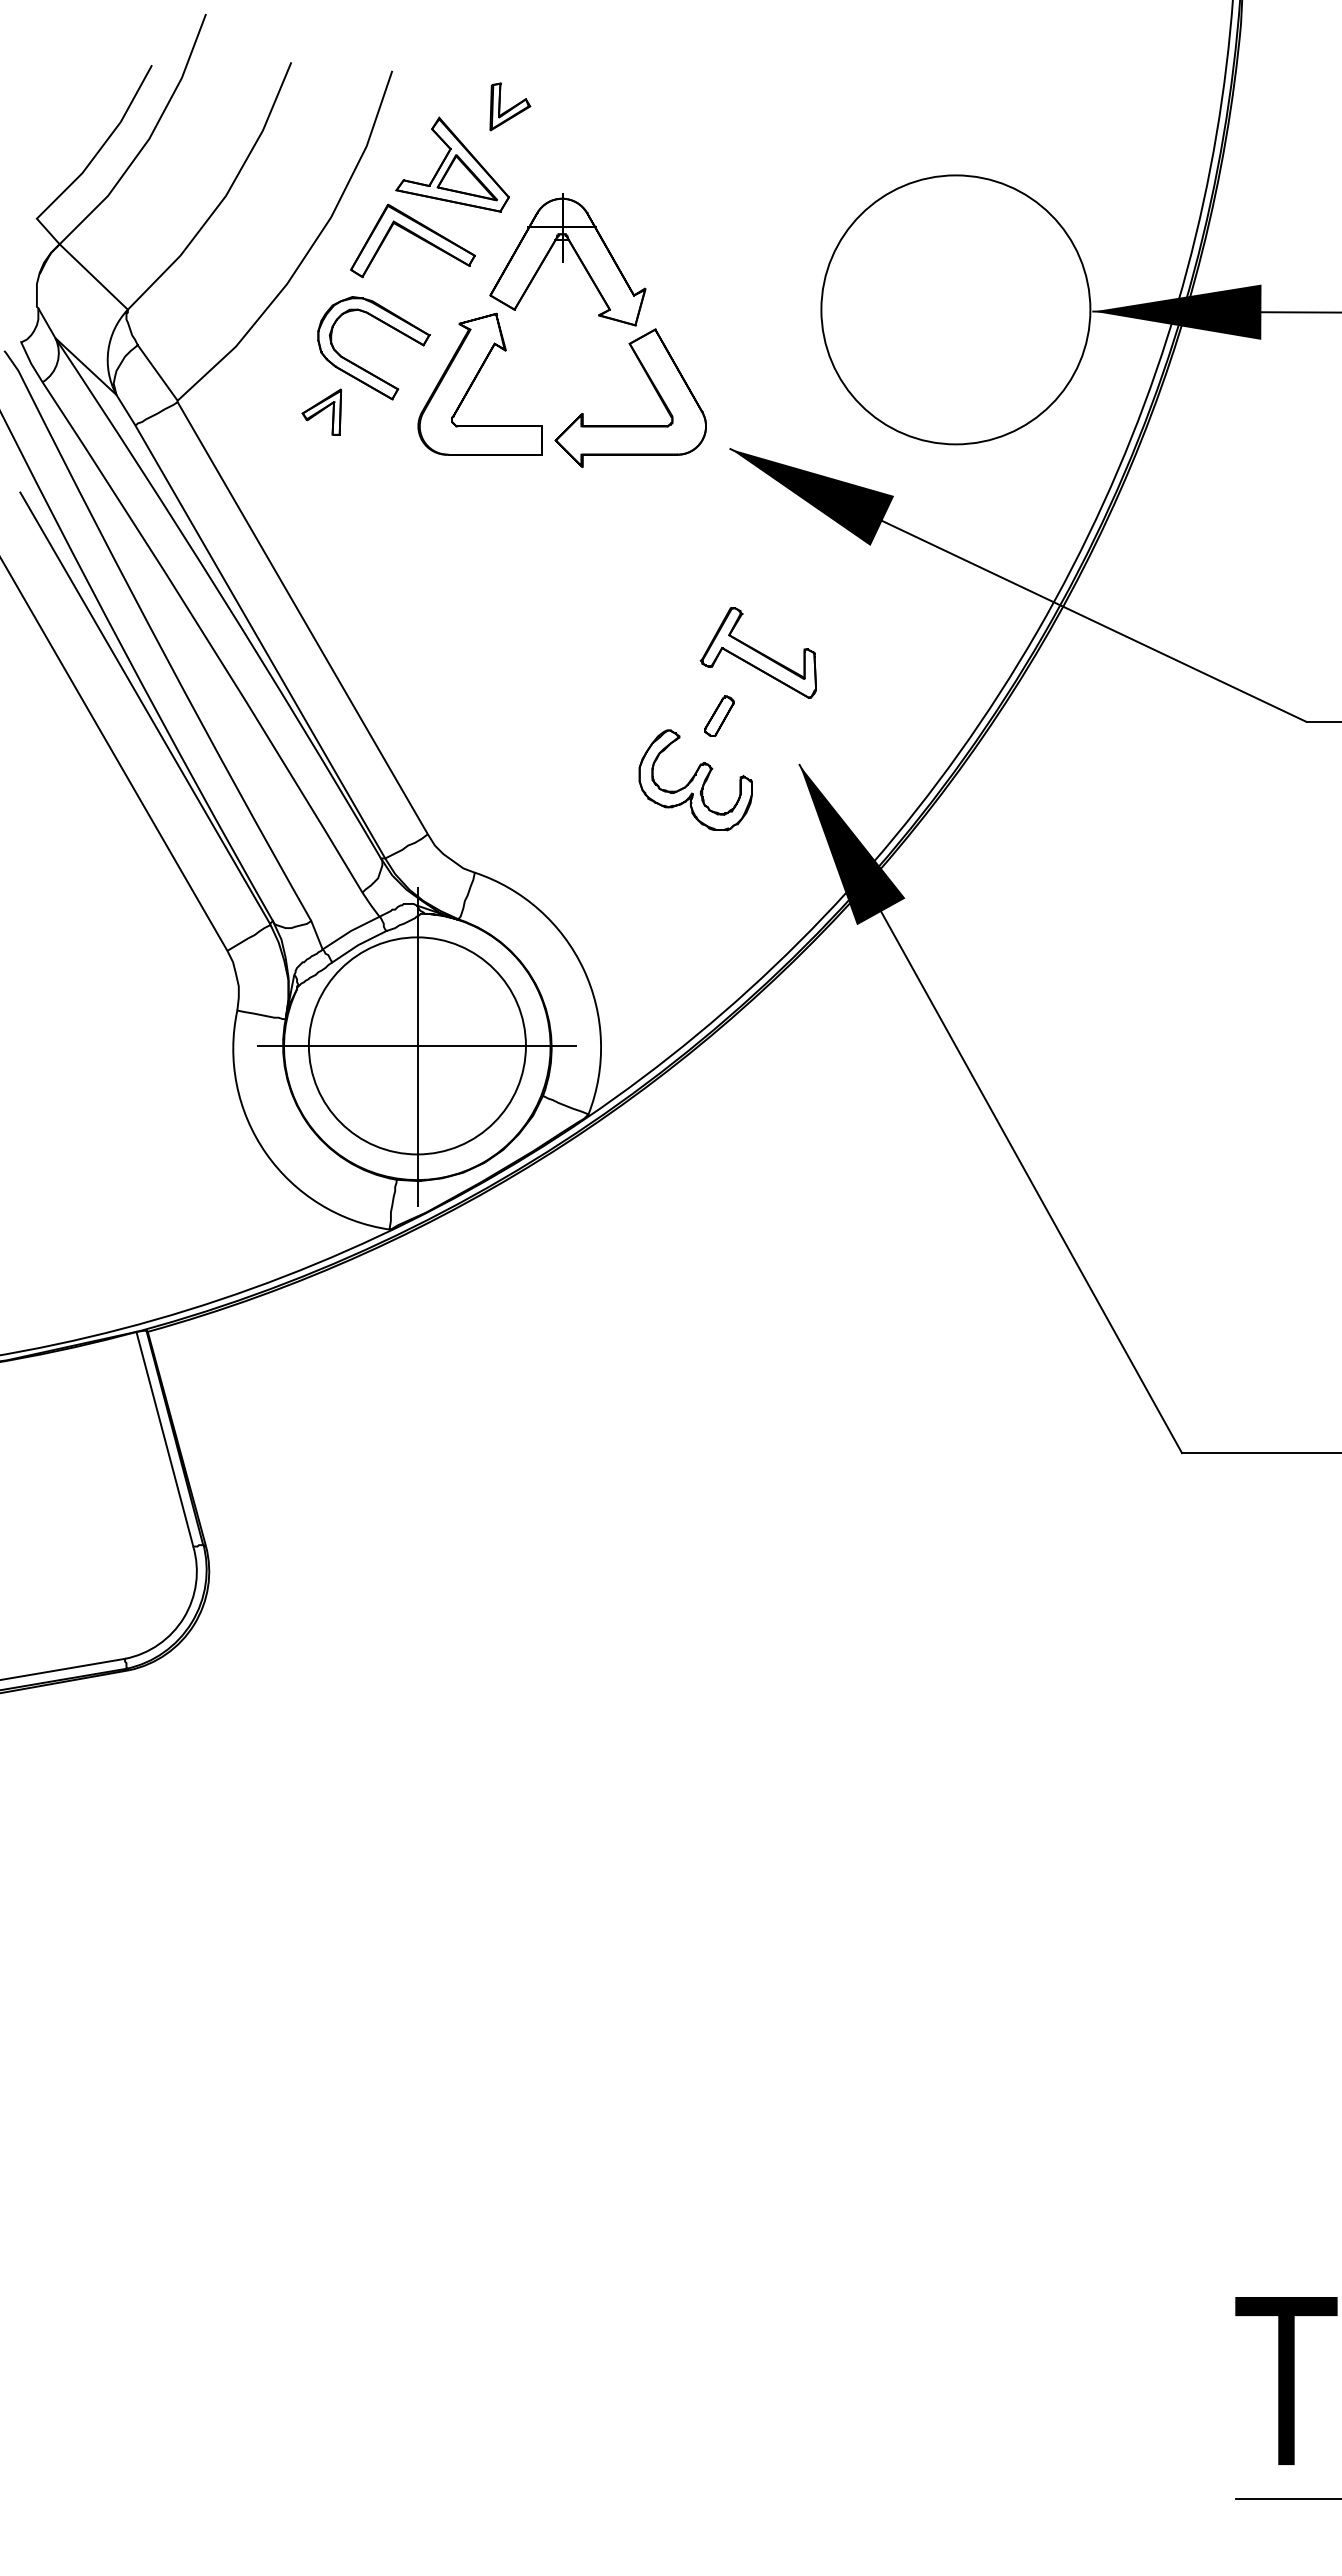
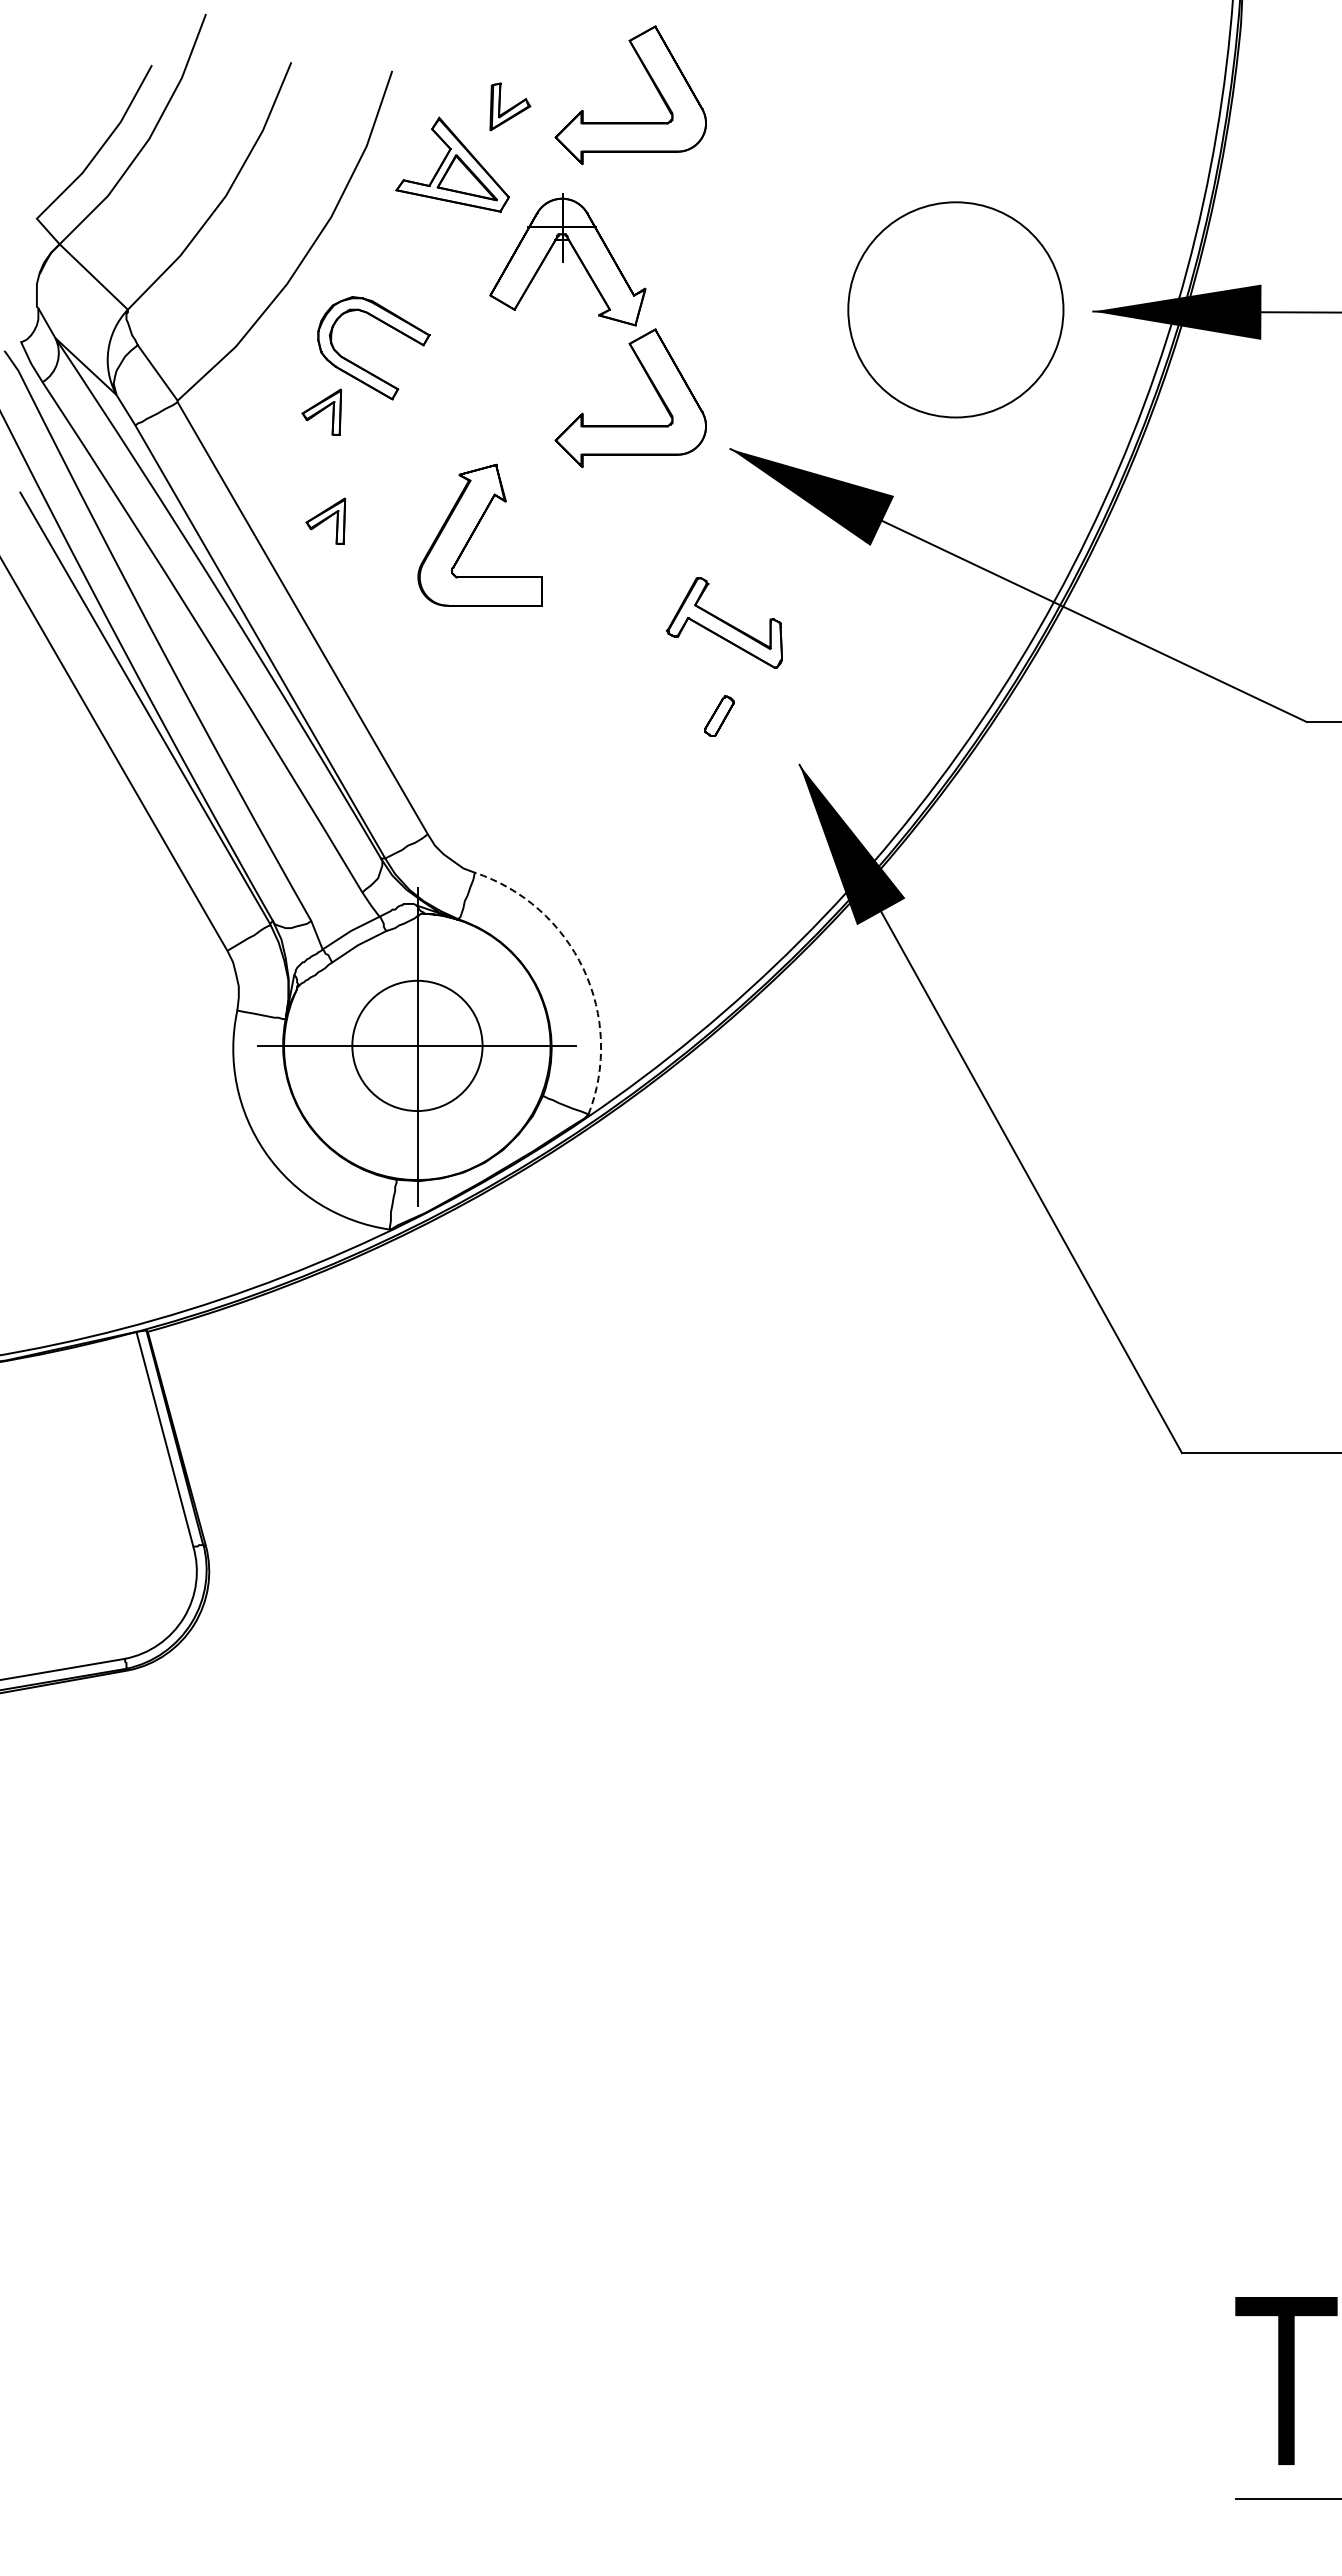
part at (651, 81): none -> present
part at (412, 240): present -> none
circle at (955, 309) diameter: 269 px -> 215 px
part at (479, 383) position: (479, 383) -> (479, 534)
part at (325, 520): none -> present
part at (757, 652) position: (757, 652) -> (723, 622)
part at (695, 780): present -> none
arc at (583, 969): solid -> dashed
circle at (416, 1045) diameter: 217 px -> 130 px
